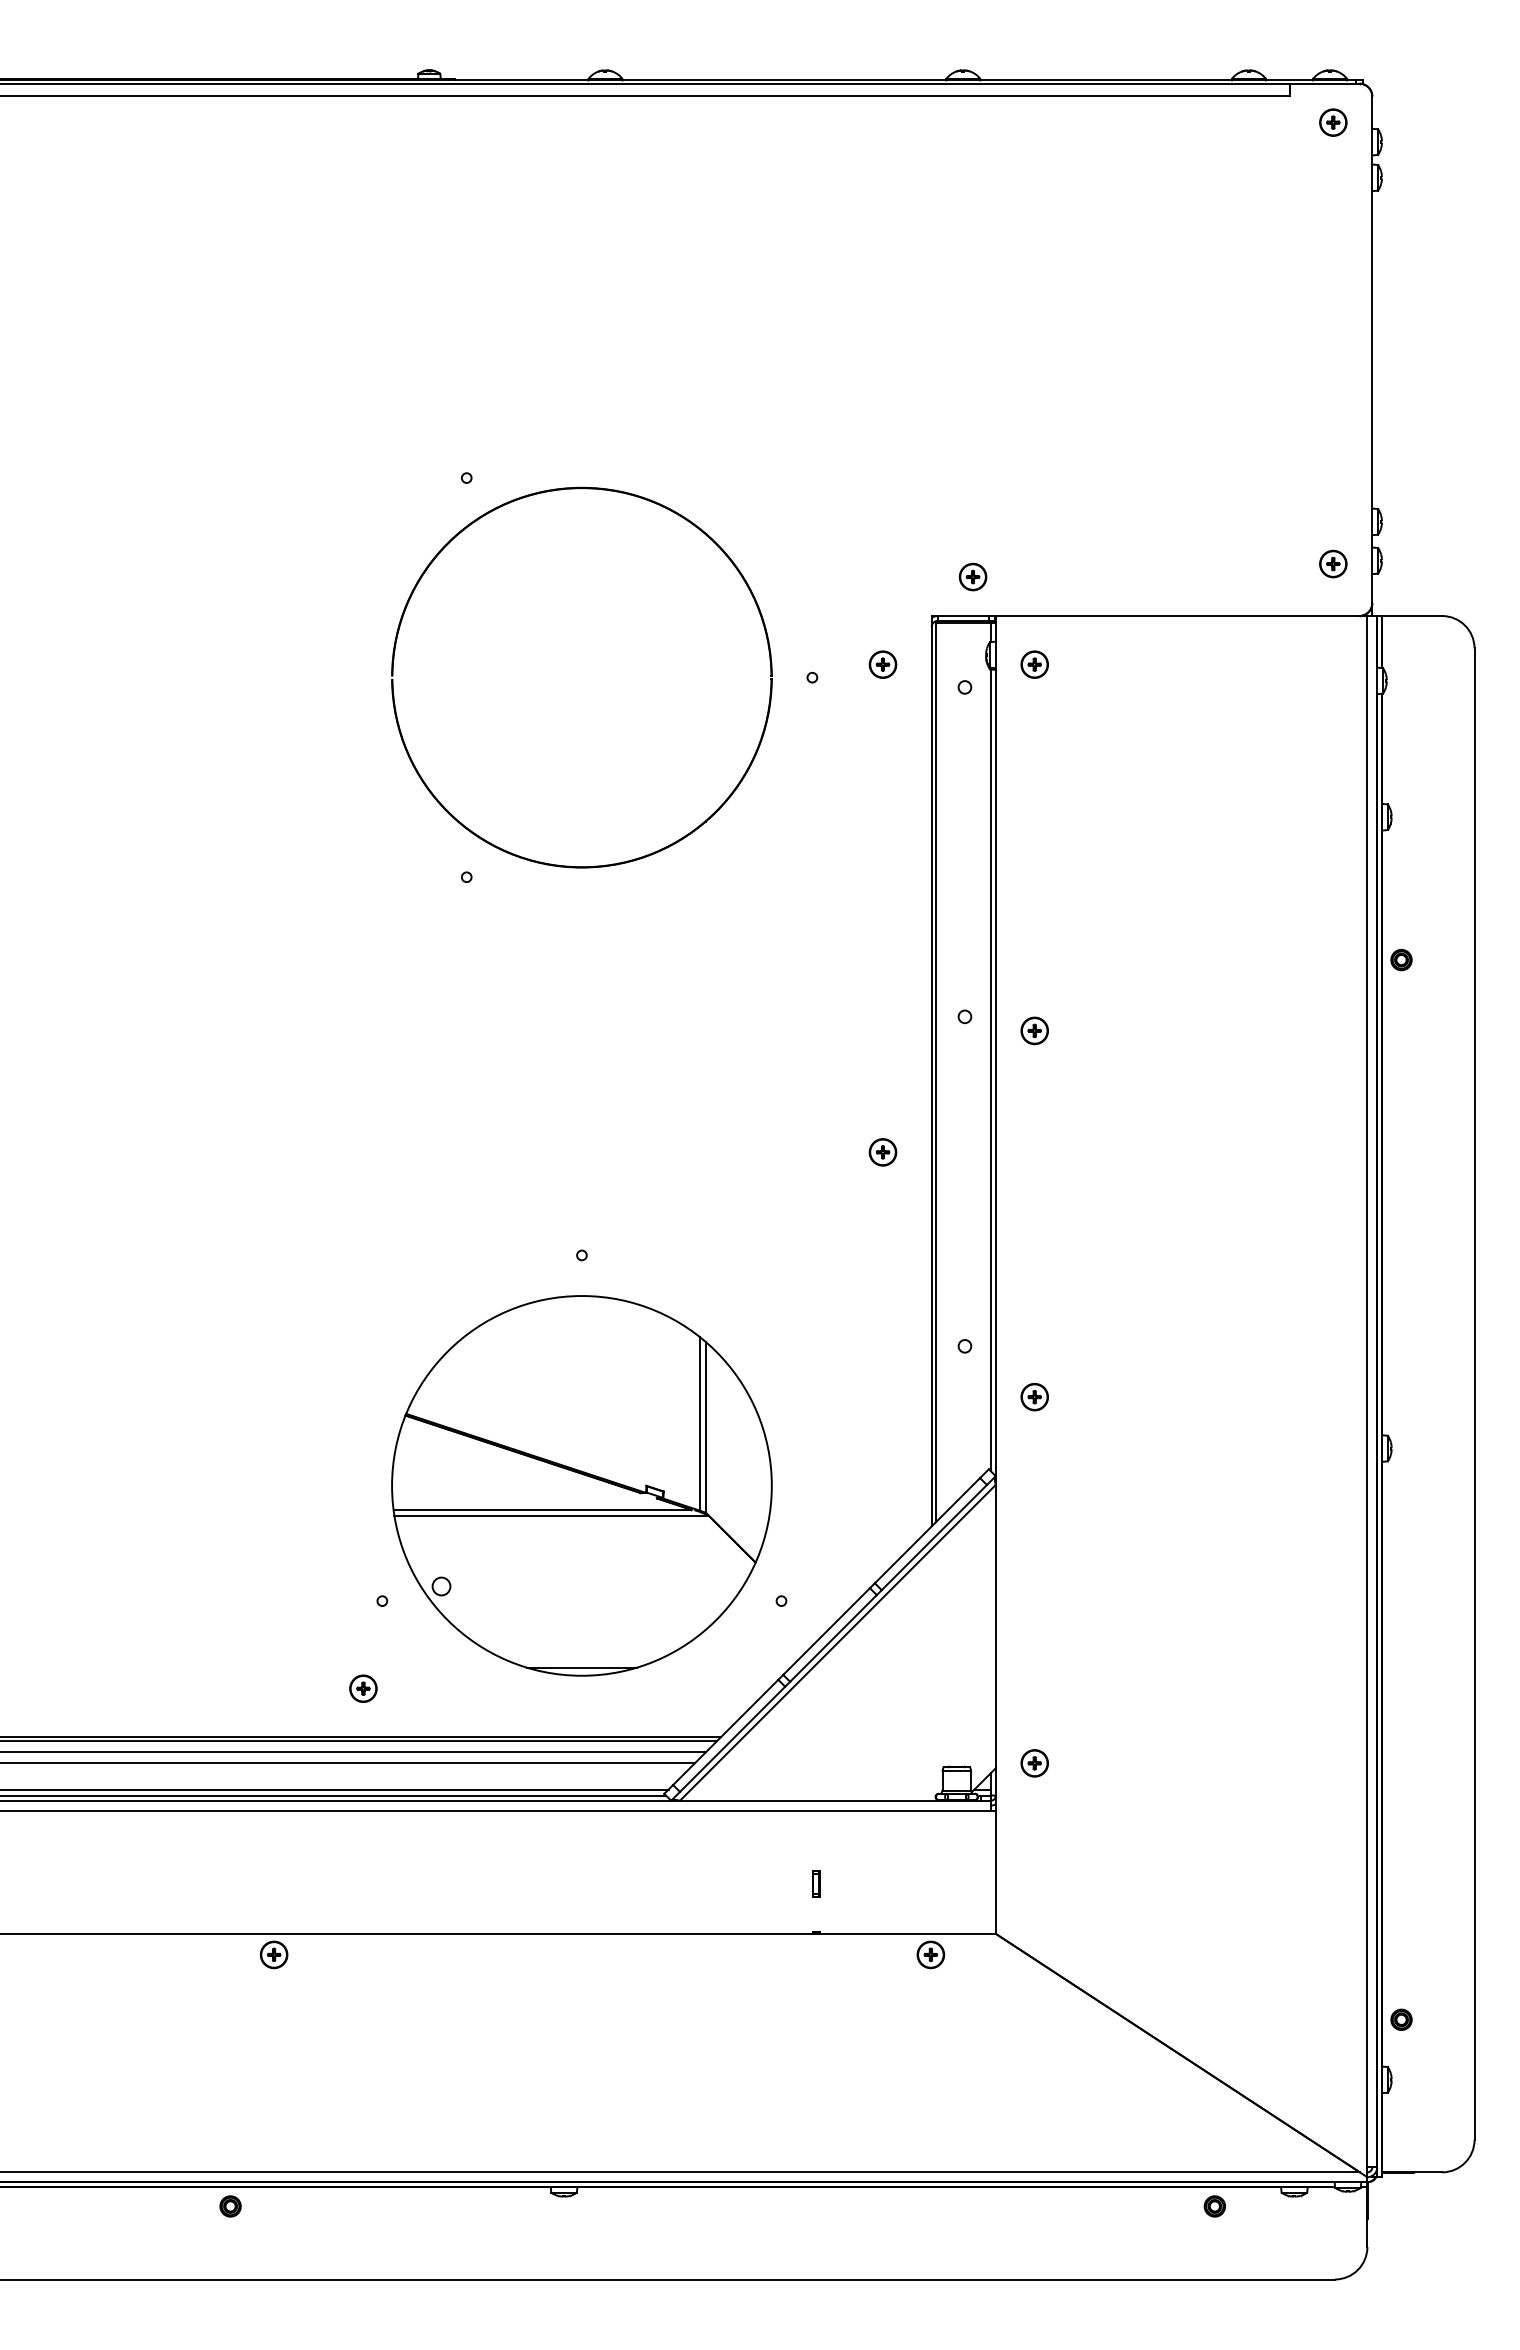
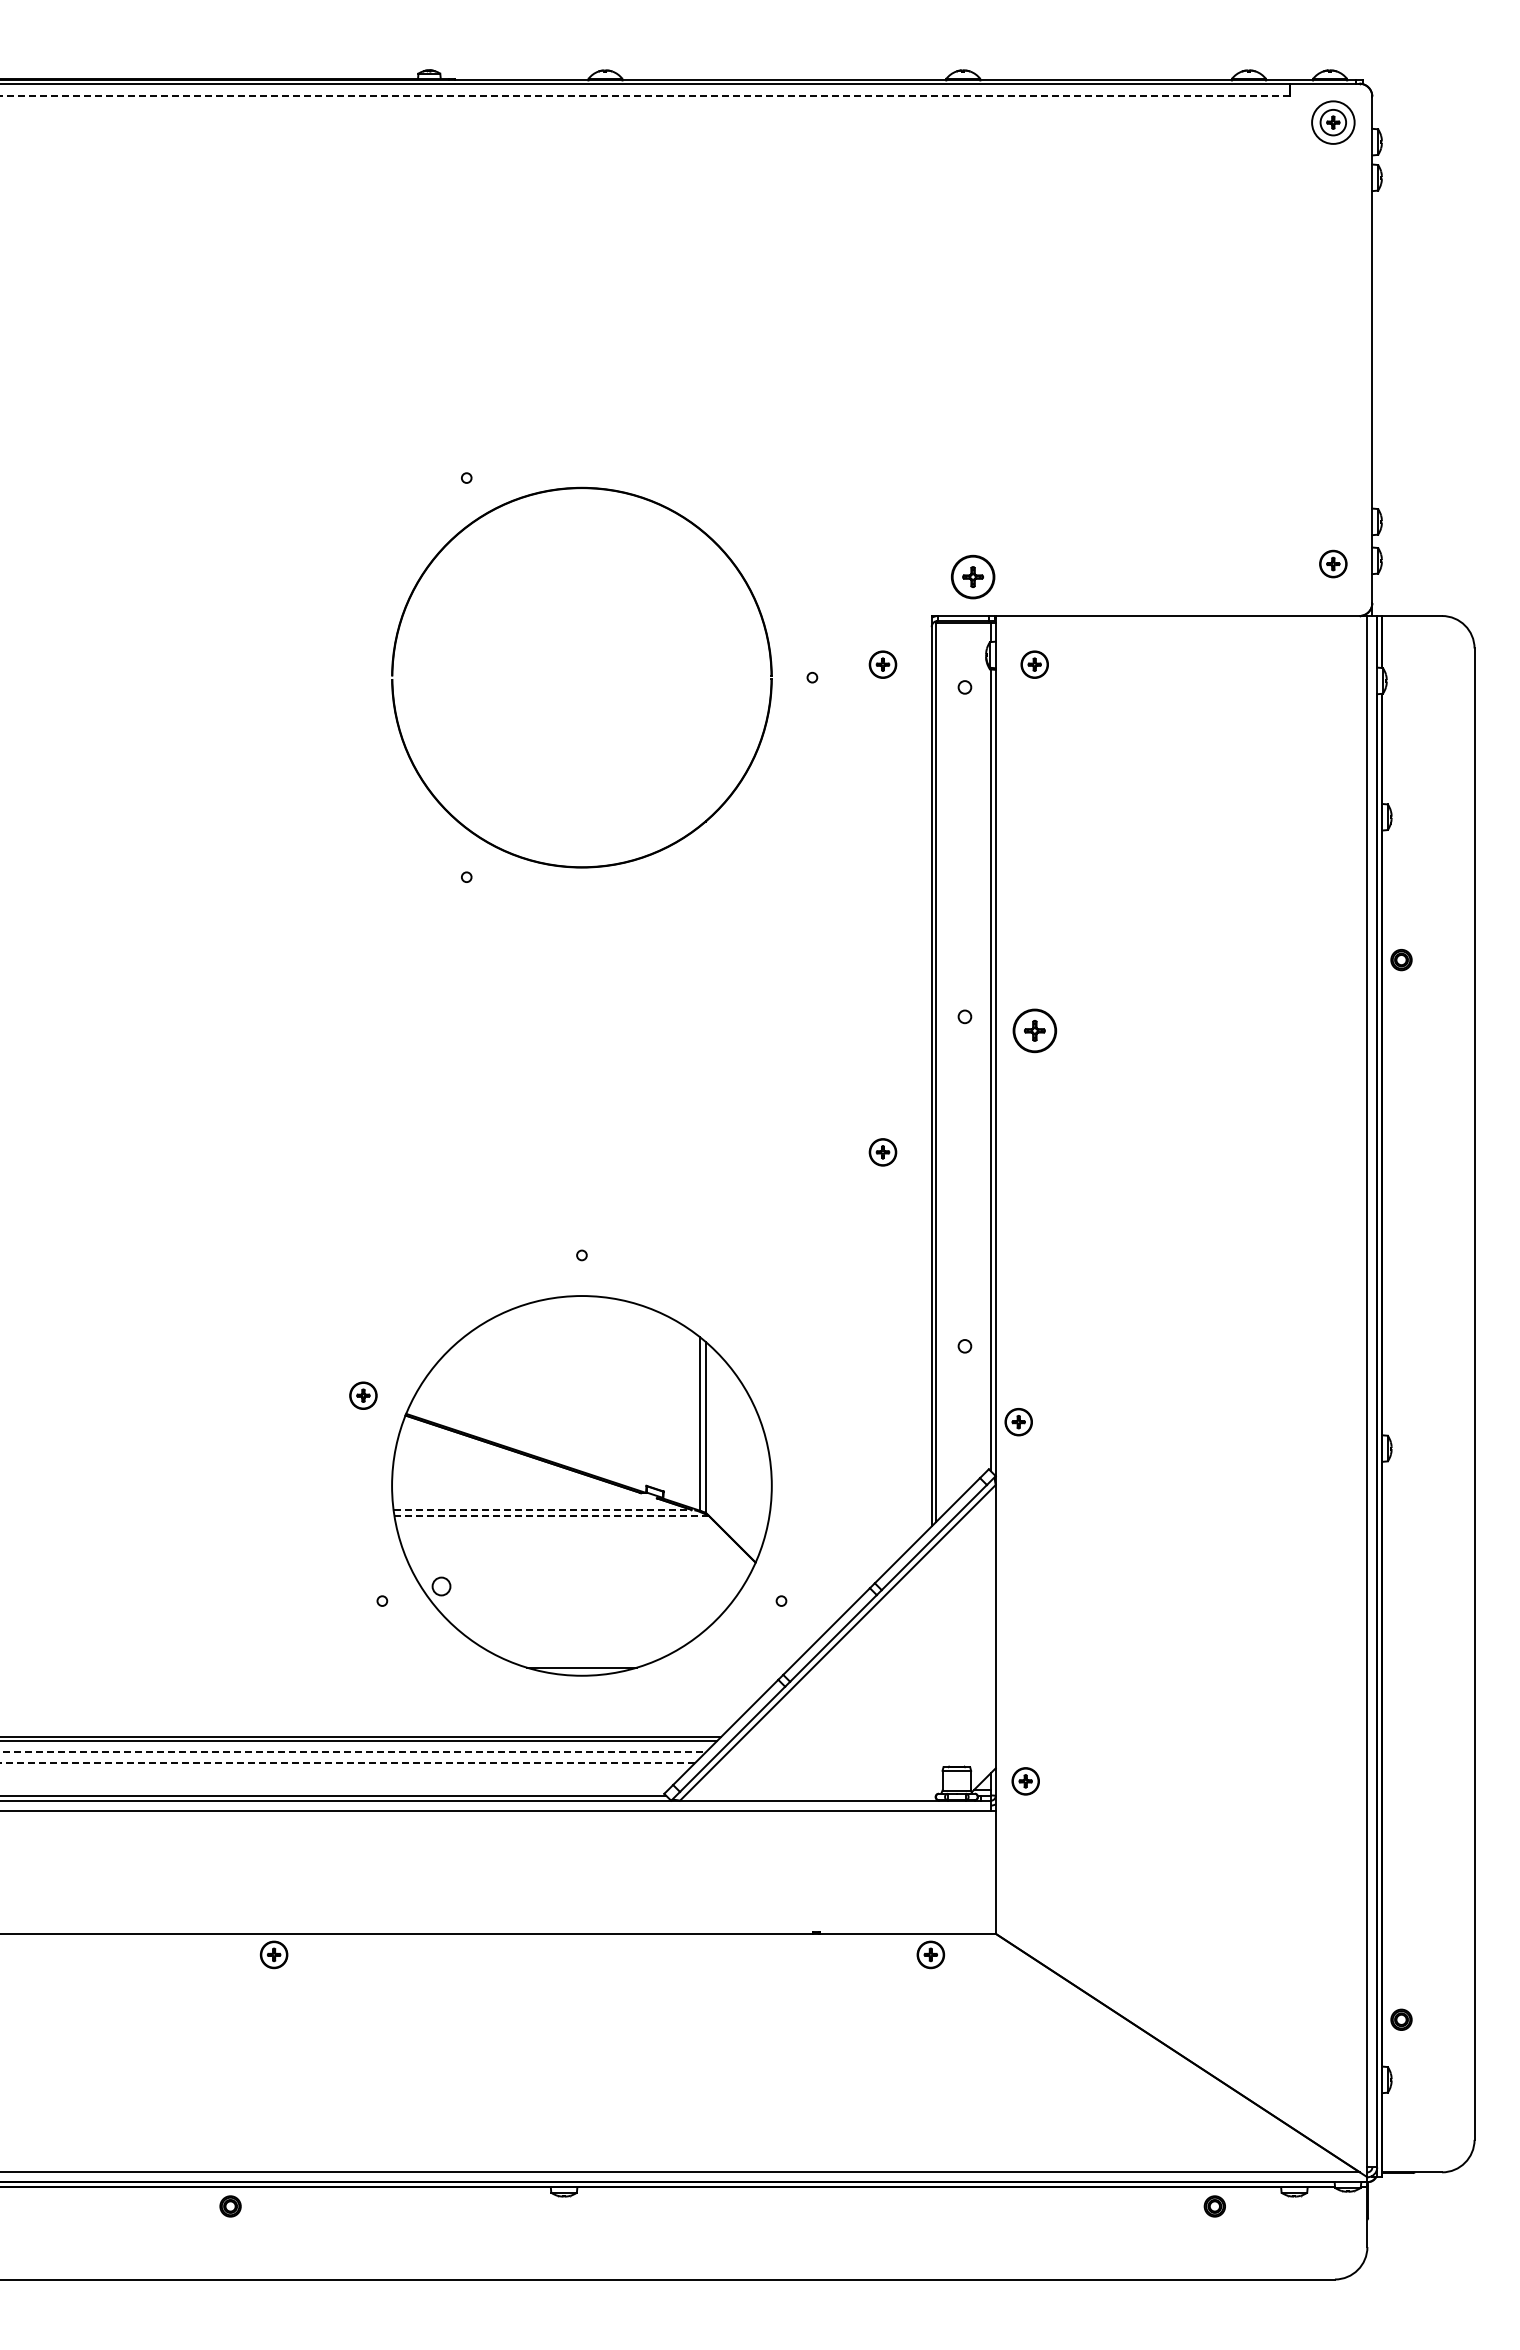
line at (644, 96): solid -> dashed
circle at (1333, 122) diameter: 27 px -> 43 px
part at (972, 576) size: 30x30 px -> 45x46 px
part at (1034, 1030) size: 29x30 px -> 46x46 px
part at (1034, 1397) position: (1034, 1397) -> (1018, 1422)
line at (542, 1509): solid -> dashed
line at (551, 1516): solid -> dashed
part at (363, 1688) position: (363, 1688) -> (363, 1395)
line at (353, 1752): solid -> dashed
line at (347, 1763): solid -> dashed
part at (1034, 1763) position: (1034, 1763) -> (1025, 1781)
line at (335, 1789): present -> none
part at (816, 1883): present -> none
